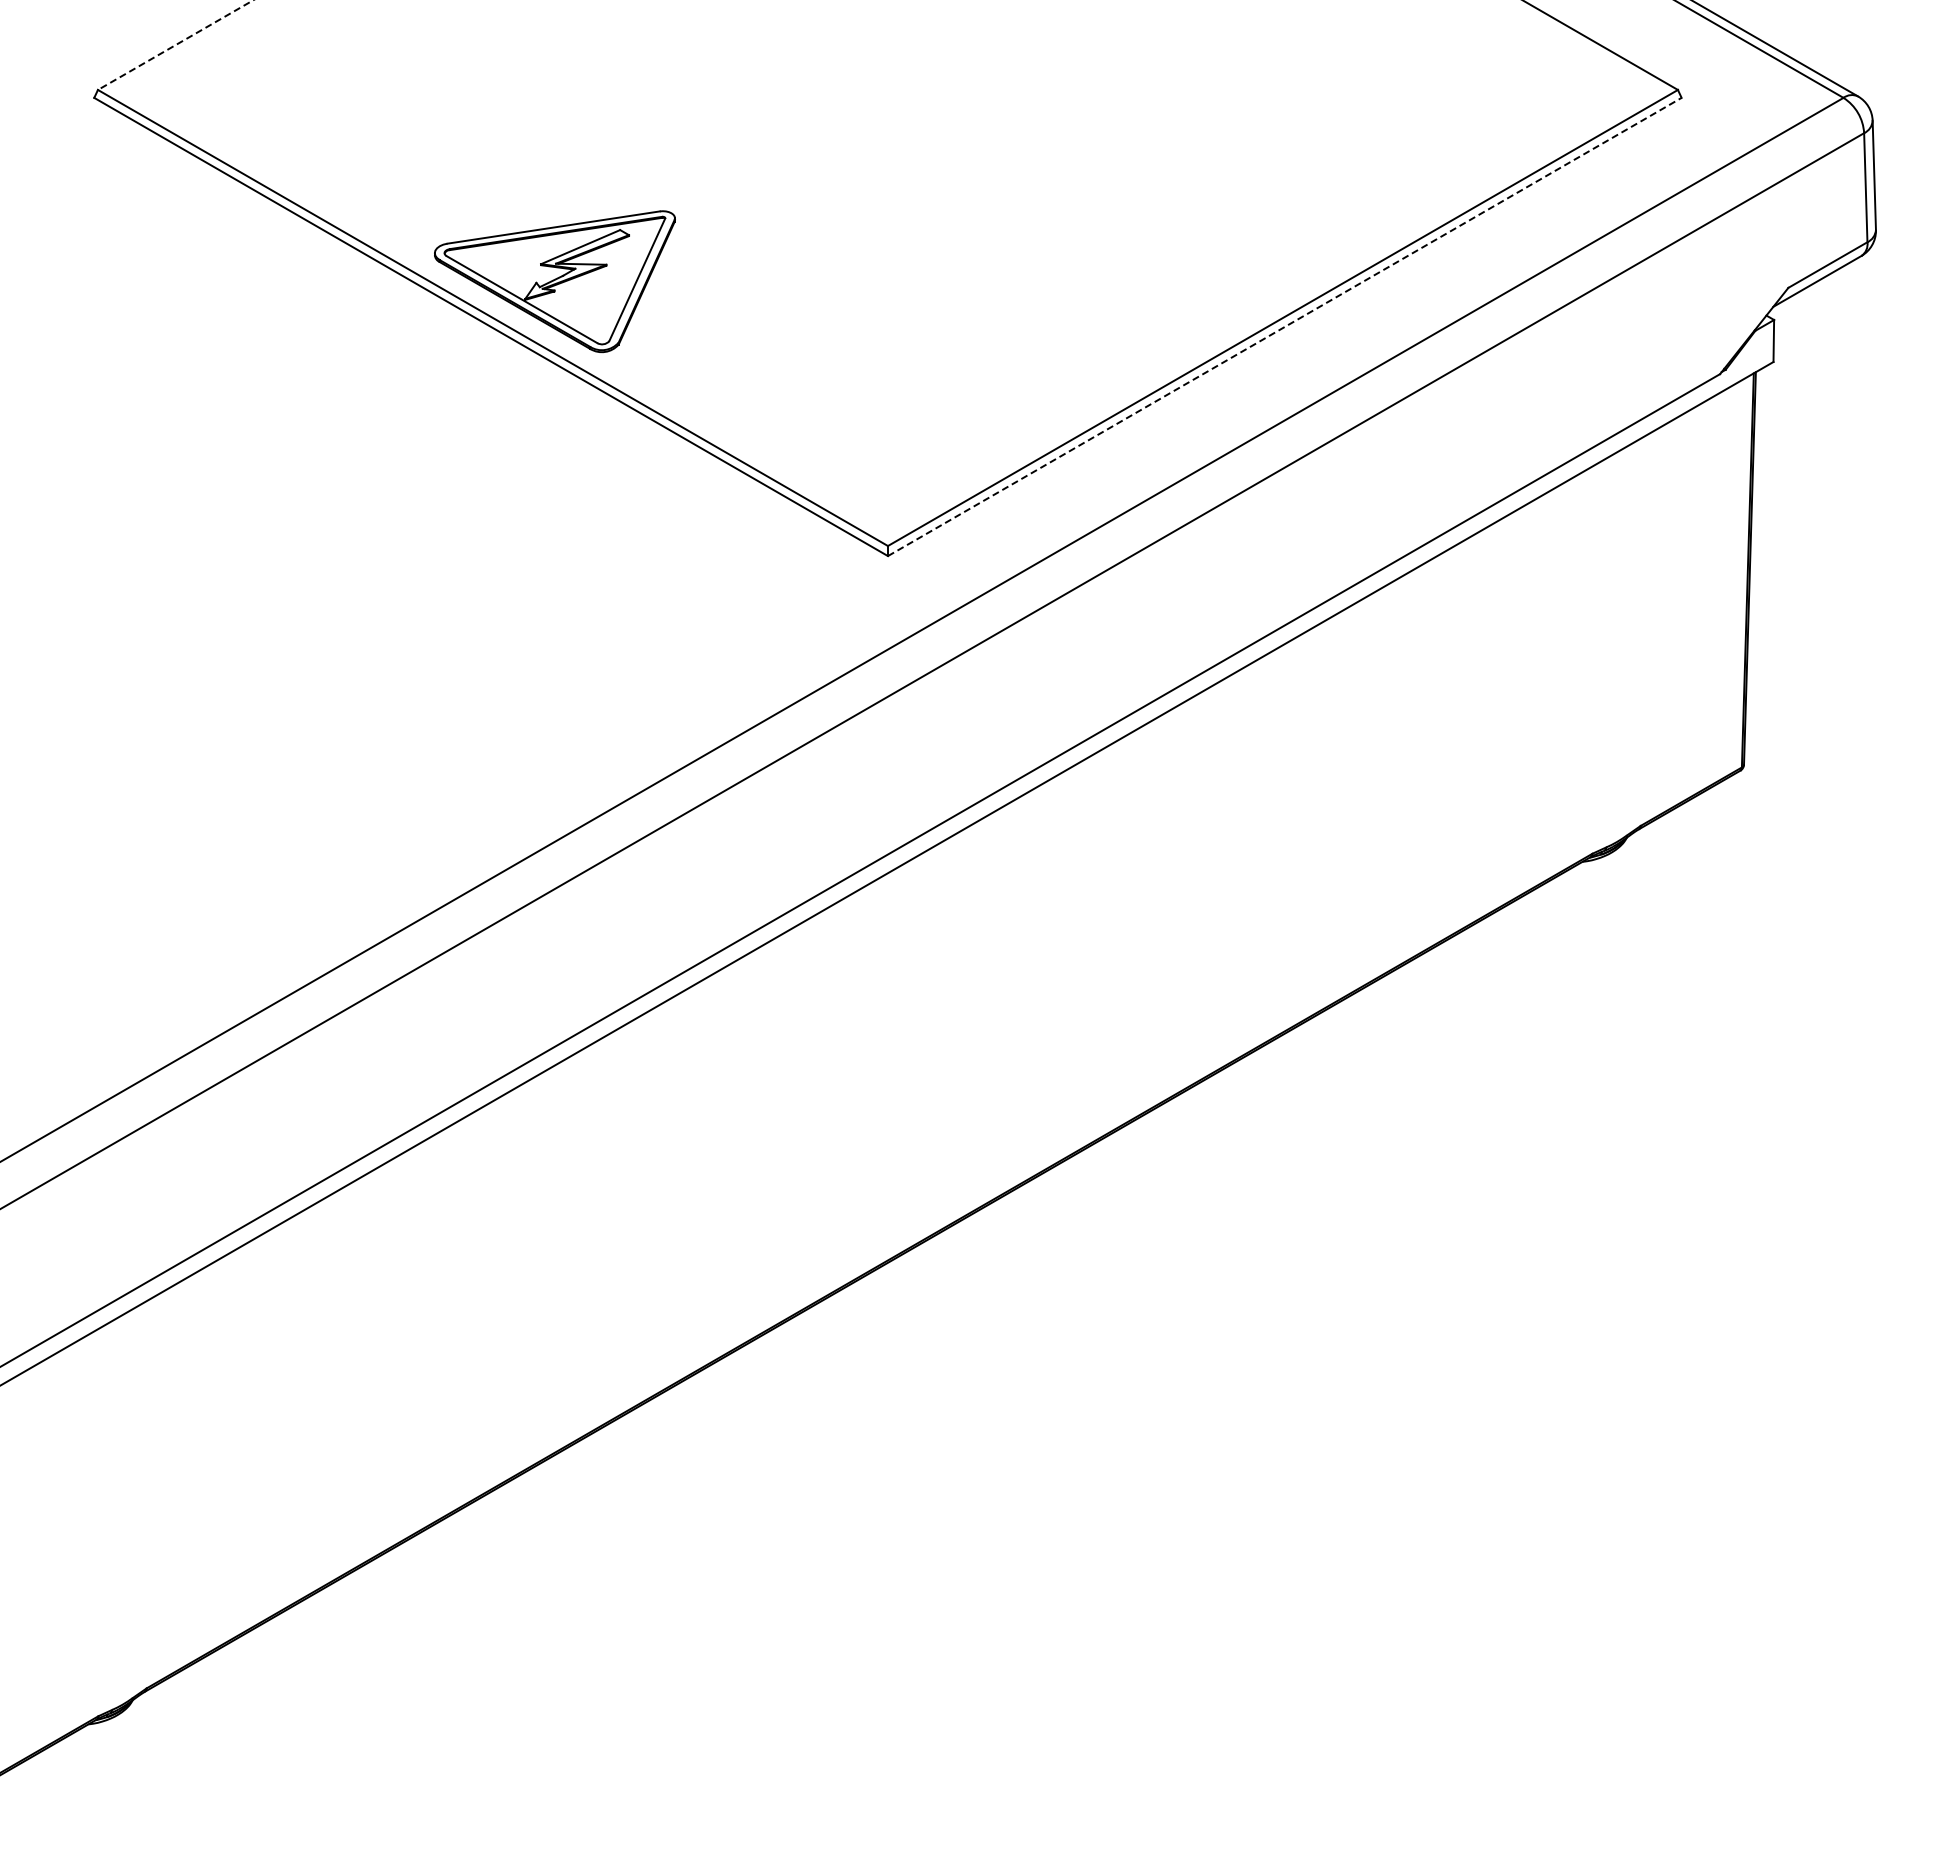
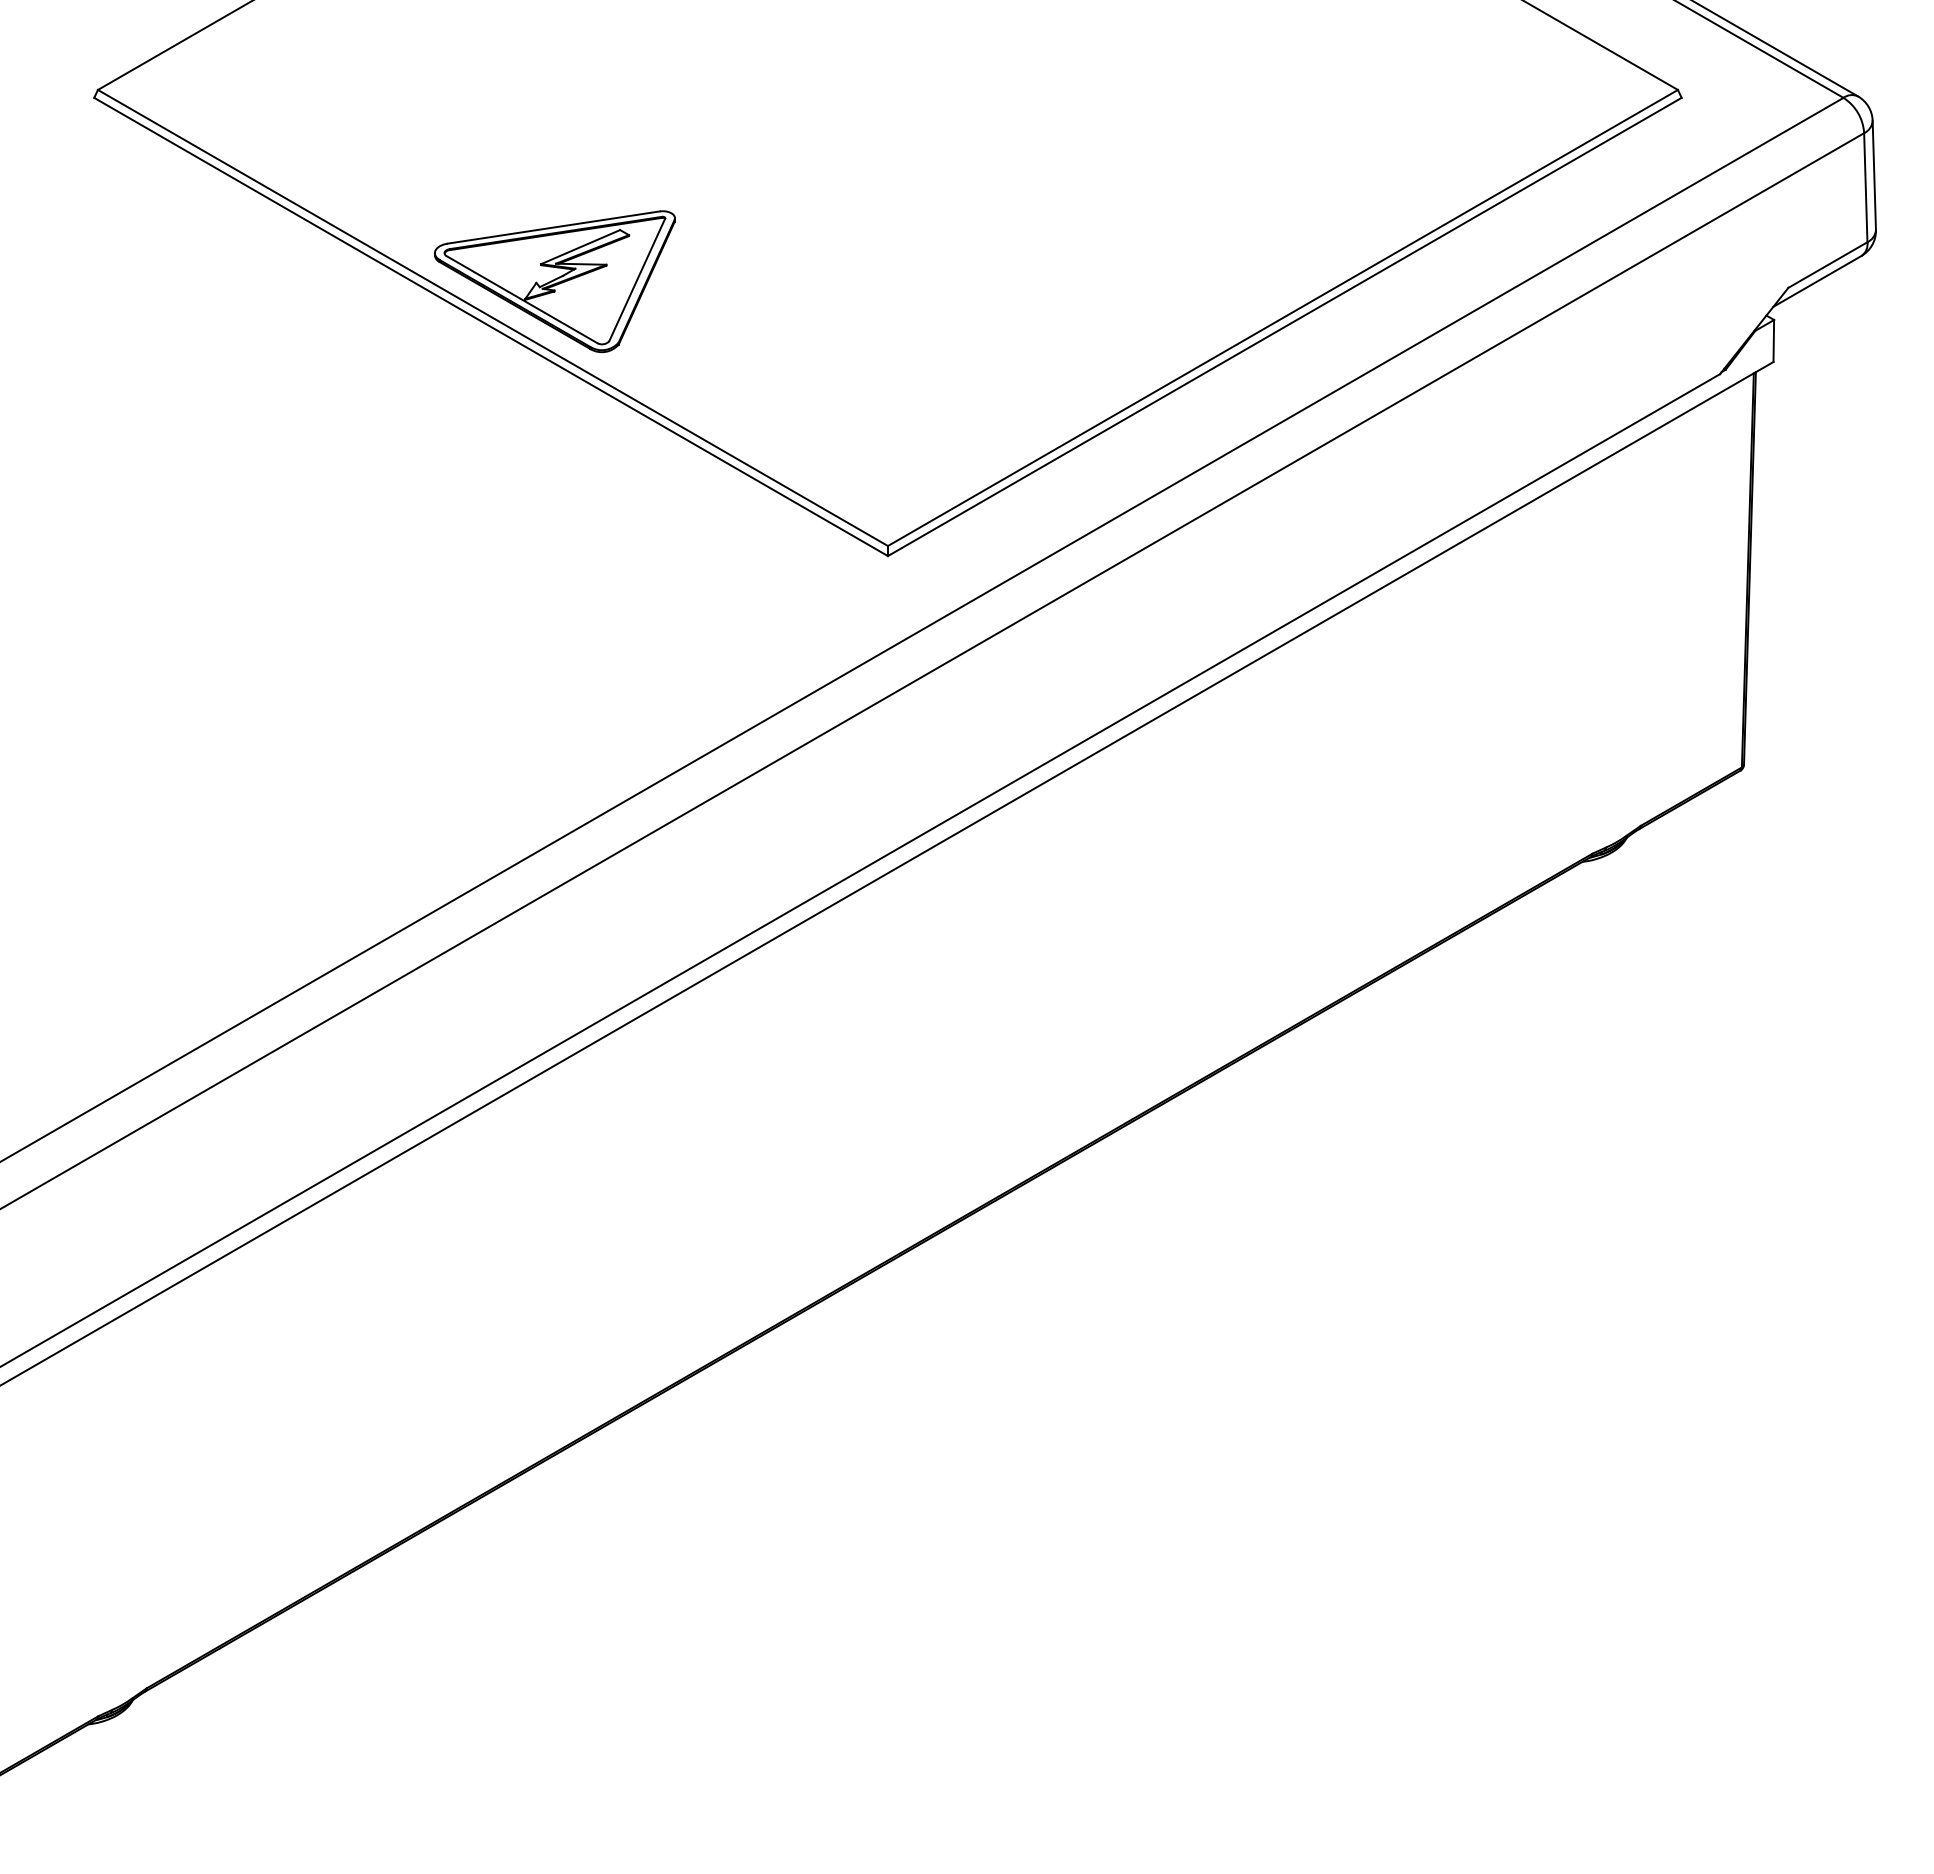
line at (175, 45): dashed -> solid
line at (1285, 326): dashed -> solid
